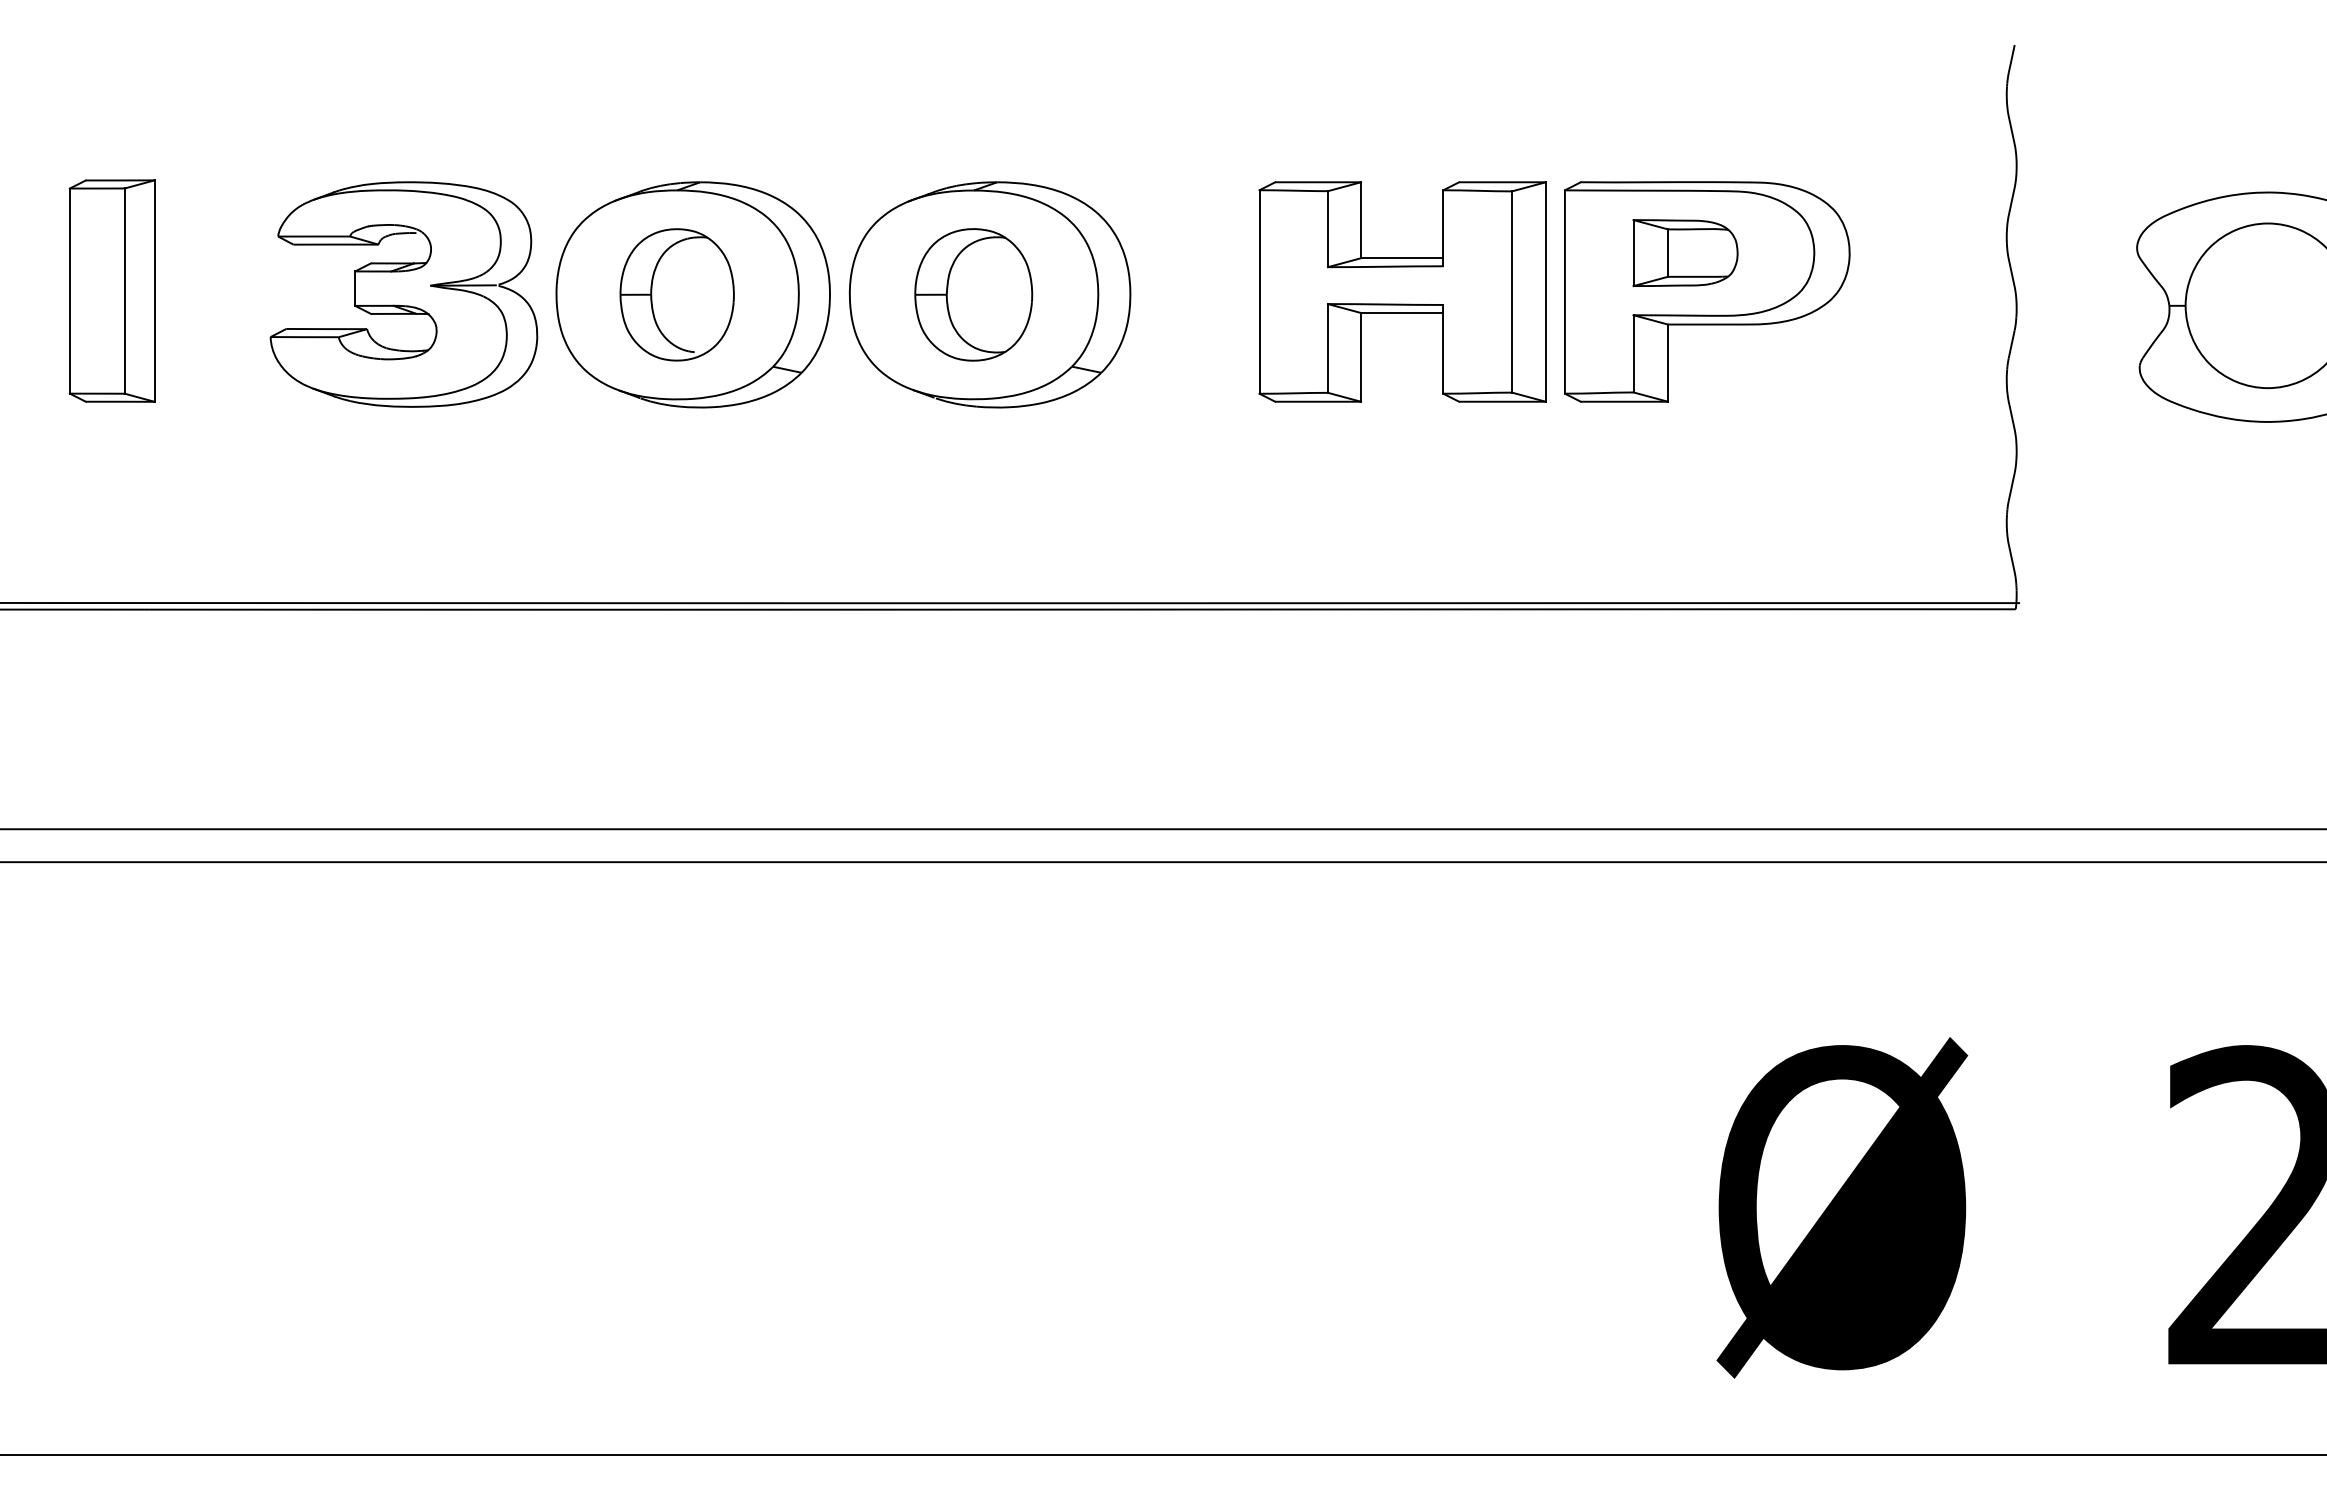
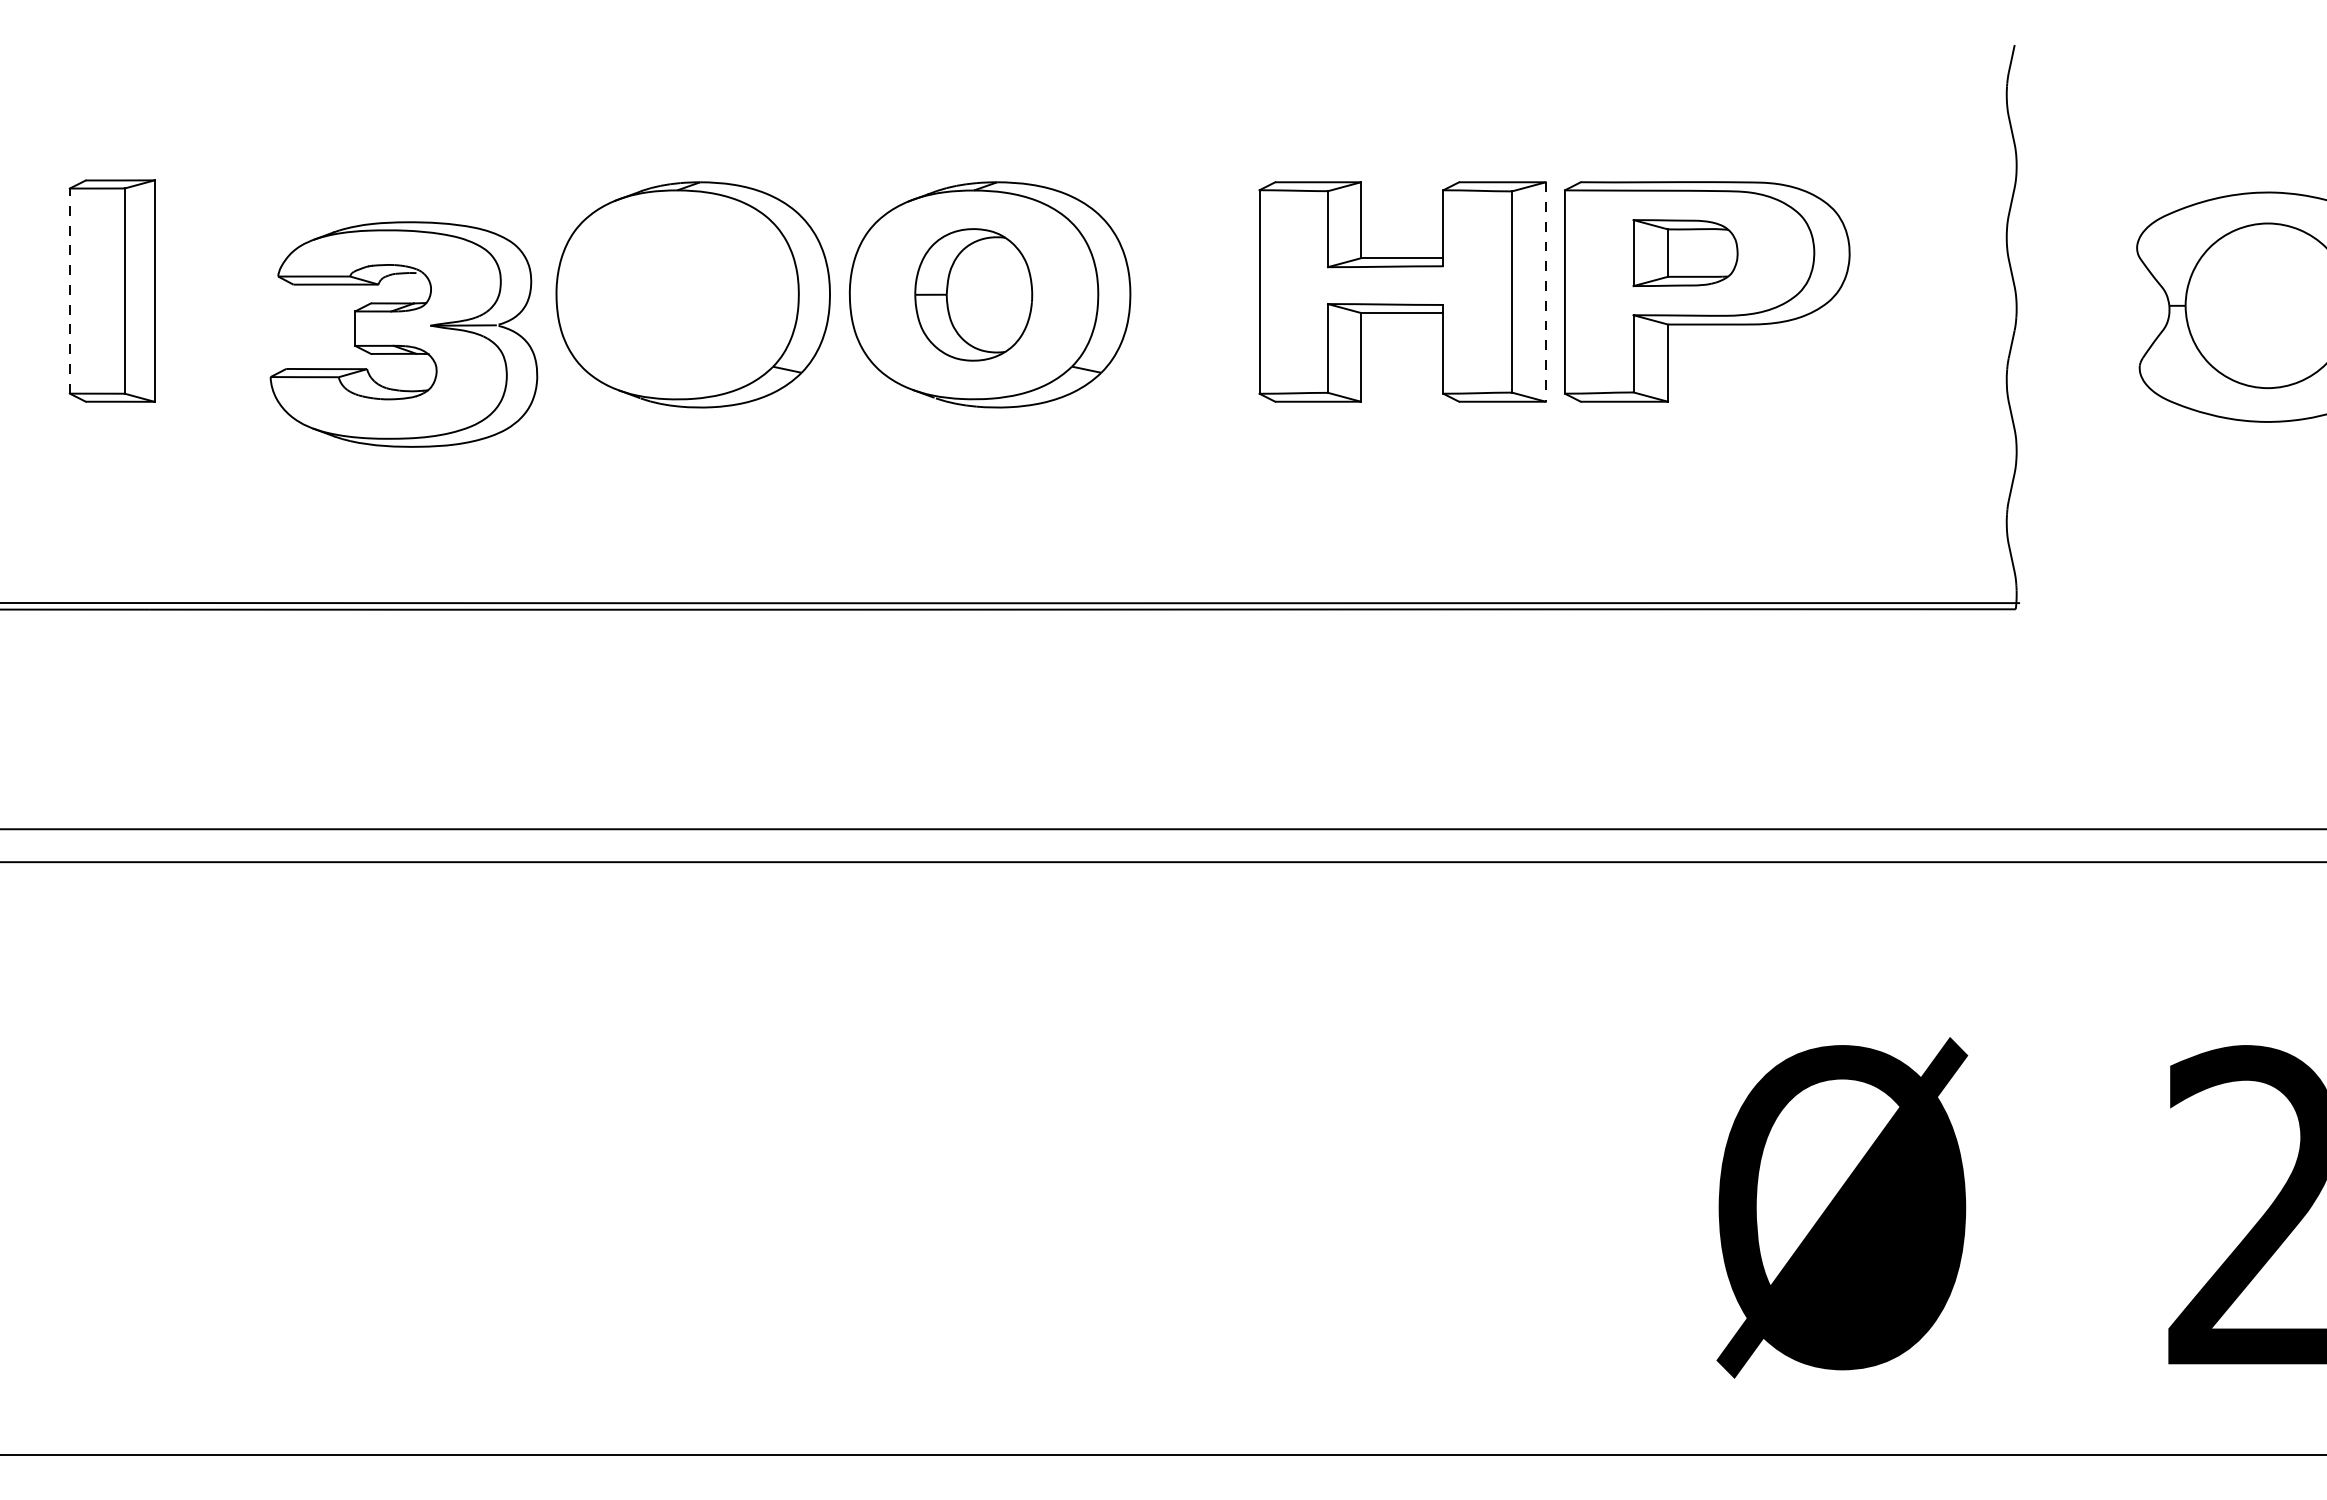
line at (69, 291): solid -> dashed
line at (1545, 292): solid -> dashed
part at (403, 294) position: (403, 294) -> (403, 334)
part at (676, 294): present -> none
